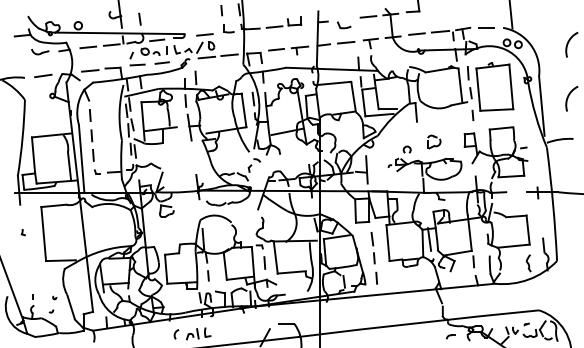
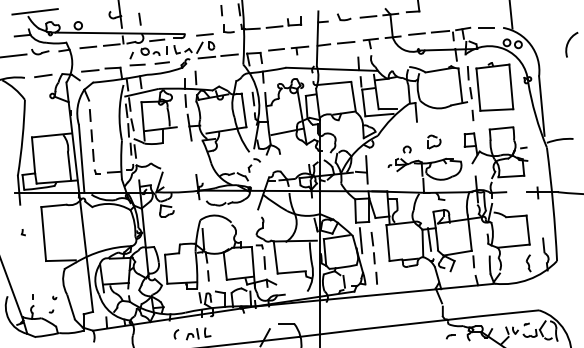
line at (34, 11): none -> present
part at (344, 25) position: (344, 25) -> (344, 17)
line at (14, 55): none -> present
arc at (569, 96): present -> none
line at (360, 240): none -> present
